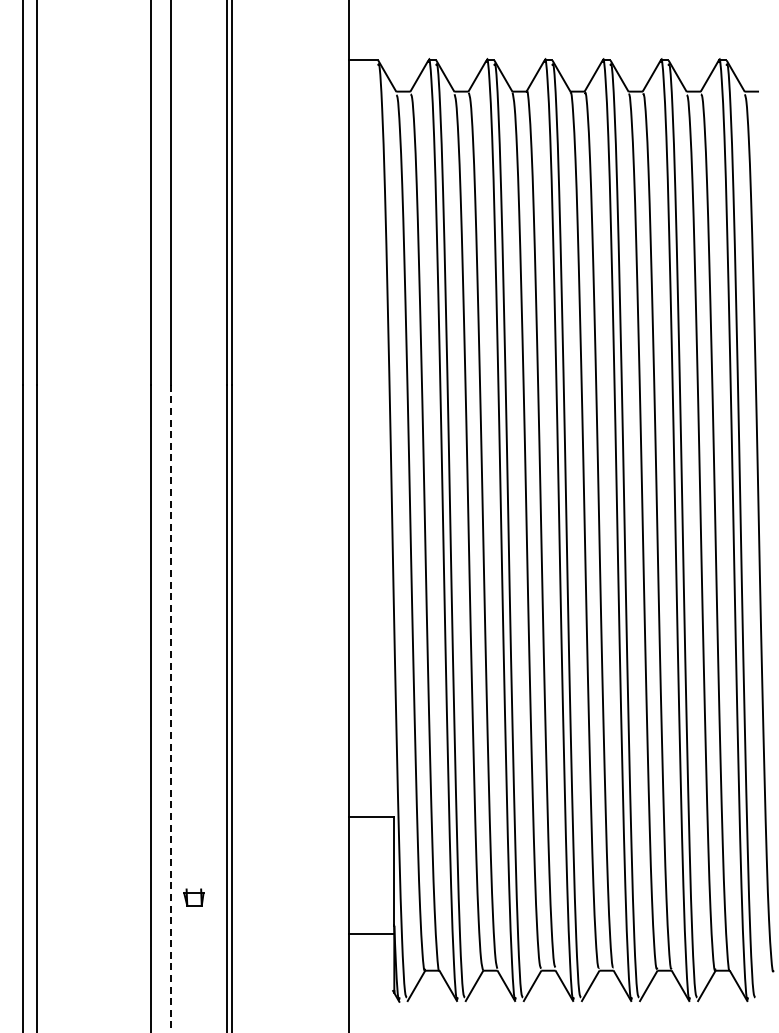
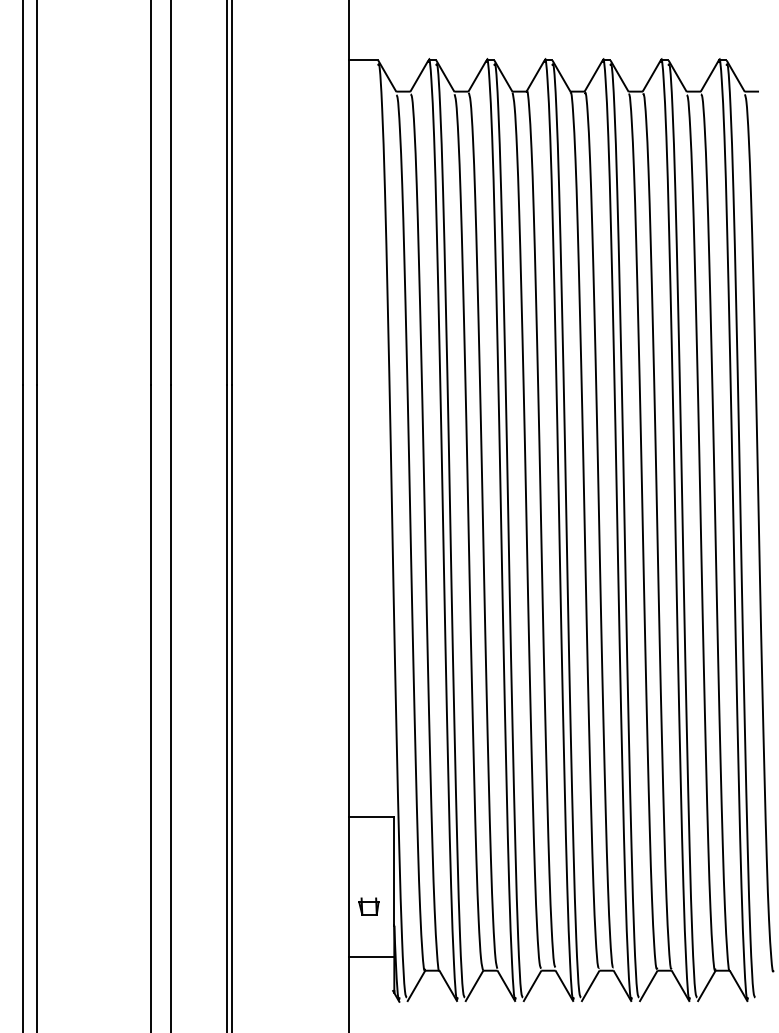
line at (170, 708): dashed -> solid
part at (193, 897) position: (193, 897) -> (368, 906)
line at (371, 933) position: (371, 933) -> (371, 956)
